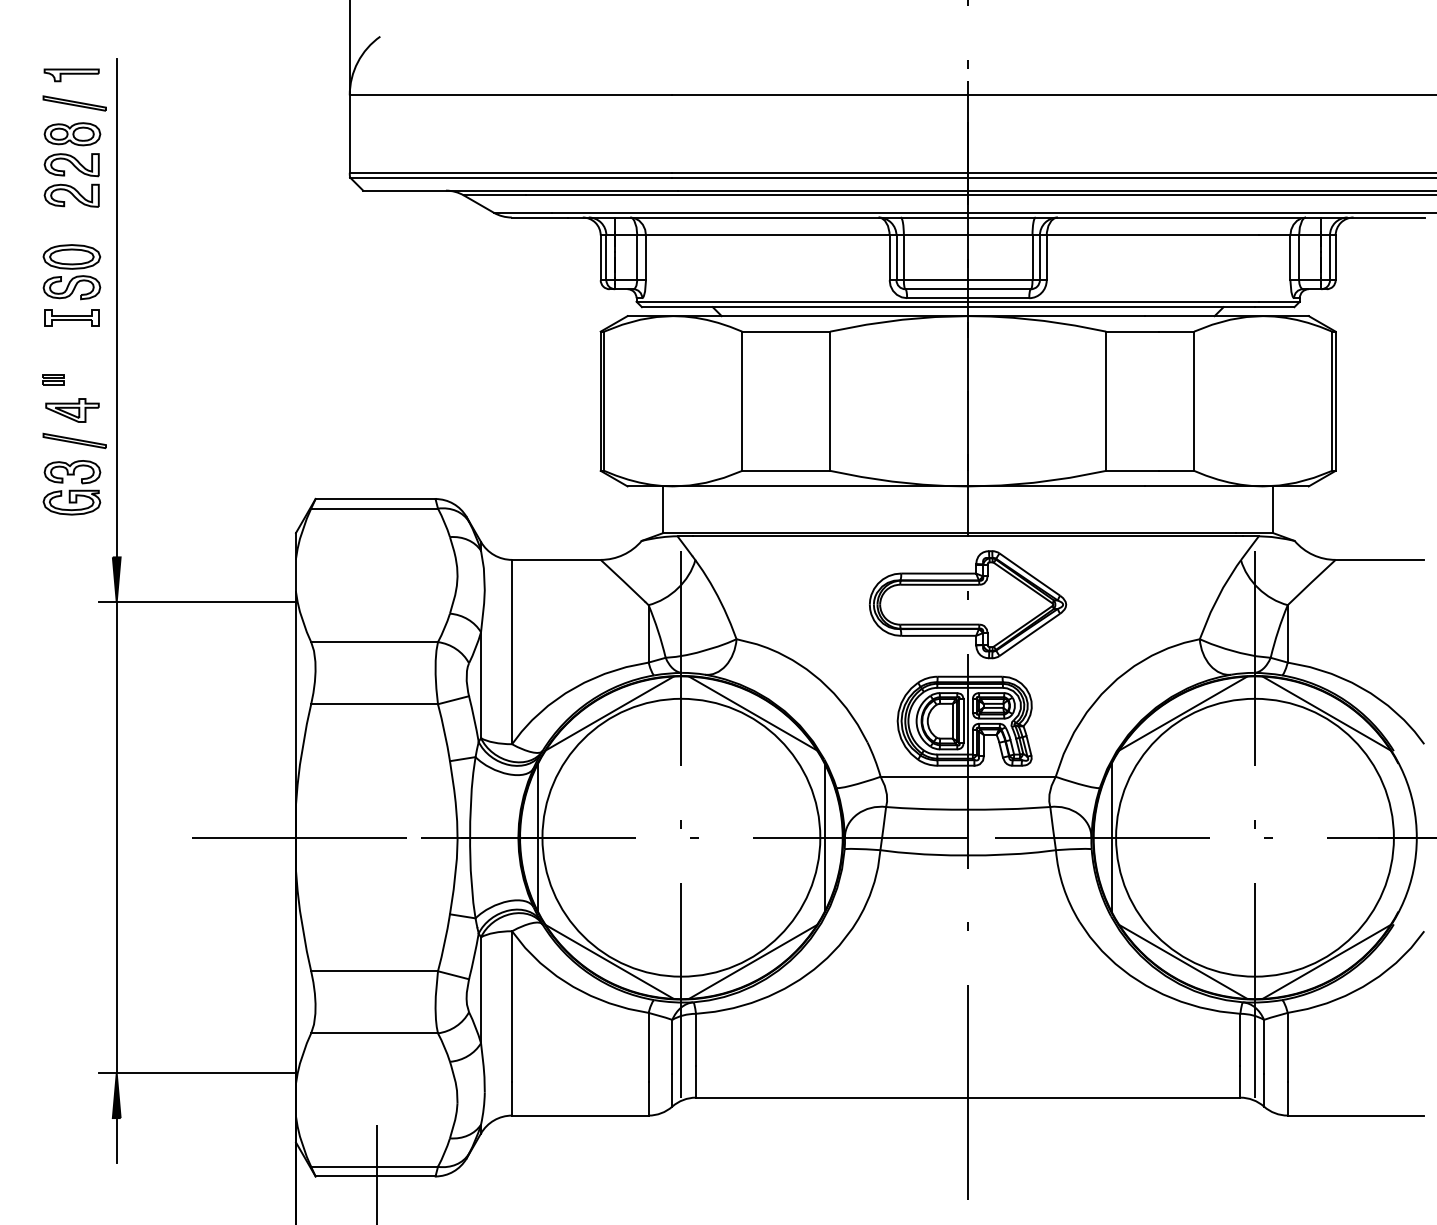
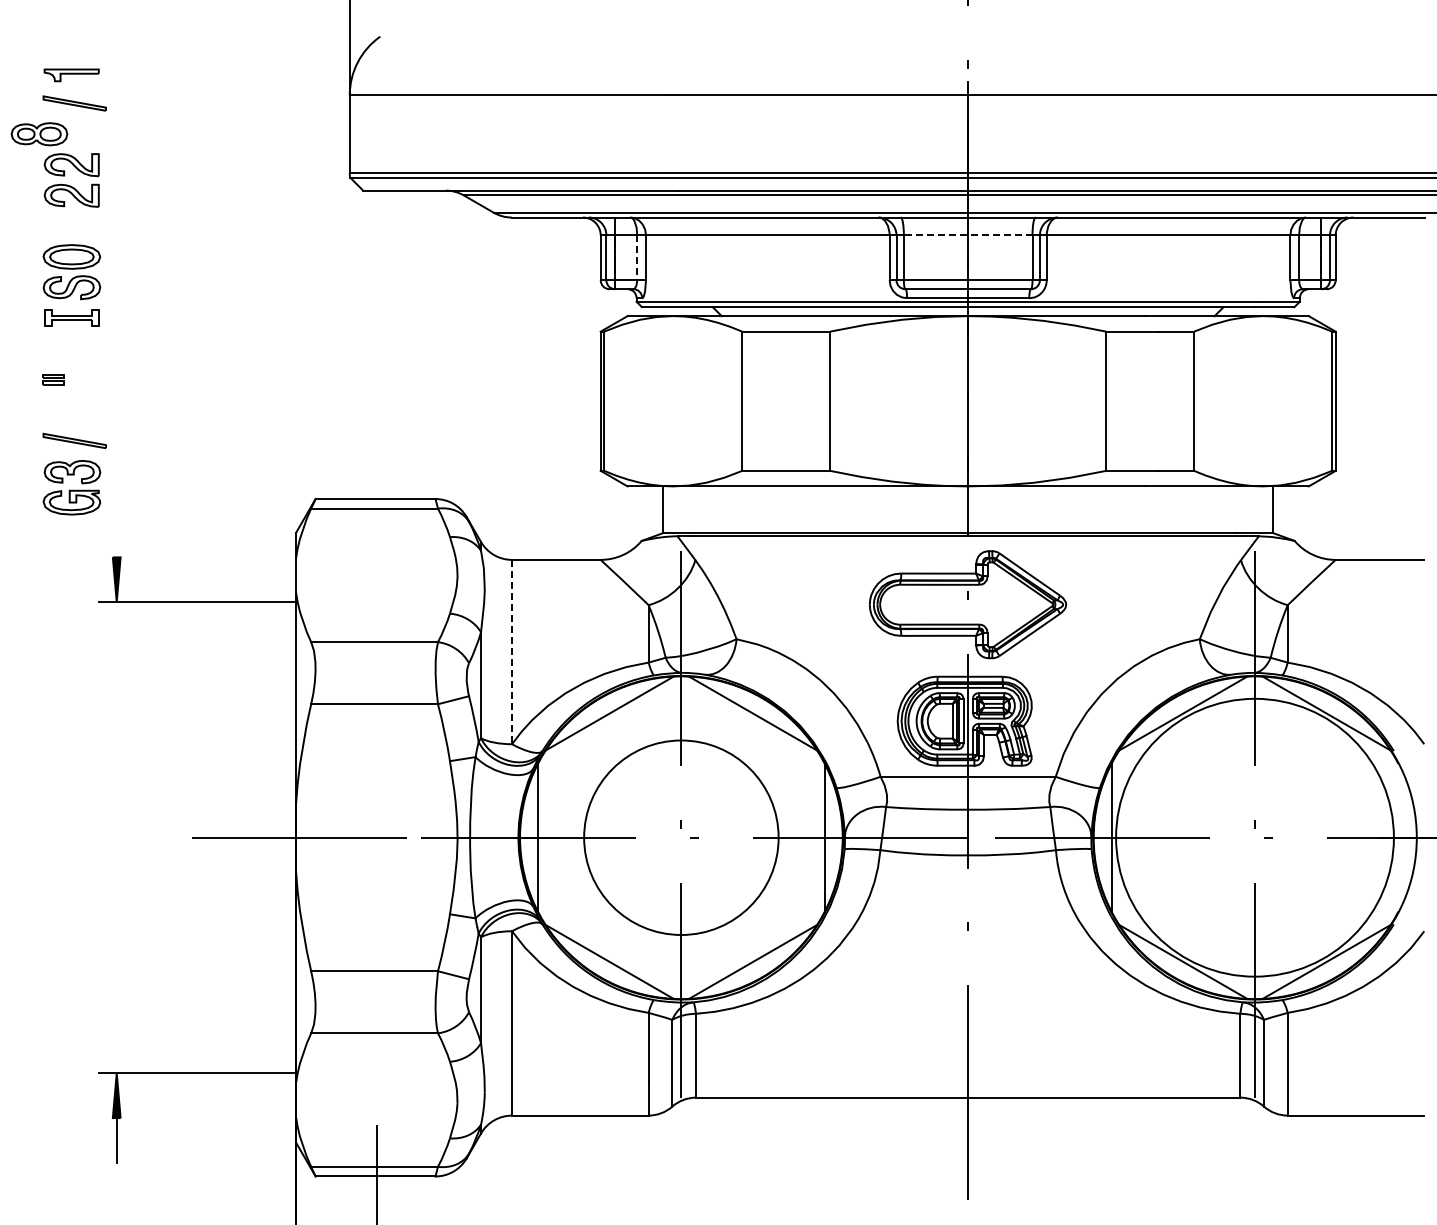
part at (72, 134) position: (72, 134) -> (39, 134)
line at (967, 235): solid -> dashed
line at (637, 258): solid -> dashed
line at (116, 307): present -> none
part at (72, 410): present -> none
line at (512, 652): solid -> dashed
line at (116, 837): present -> none
circle at (681, 837) diameter: 278 px -> 194 px
